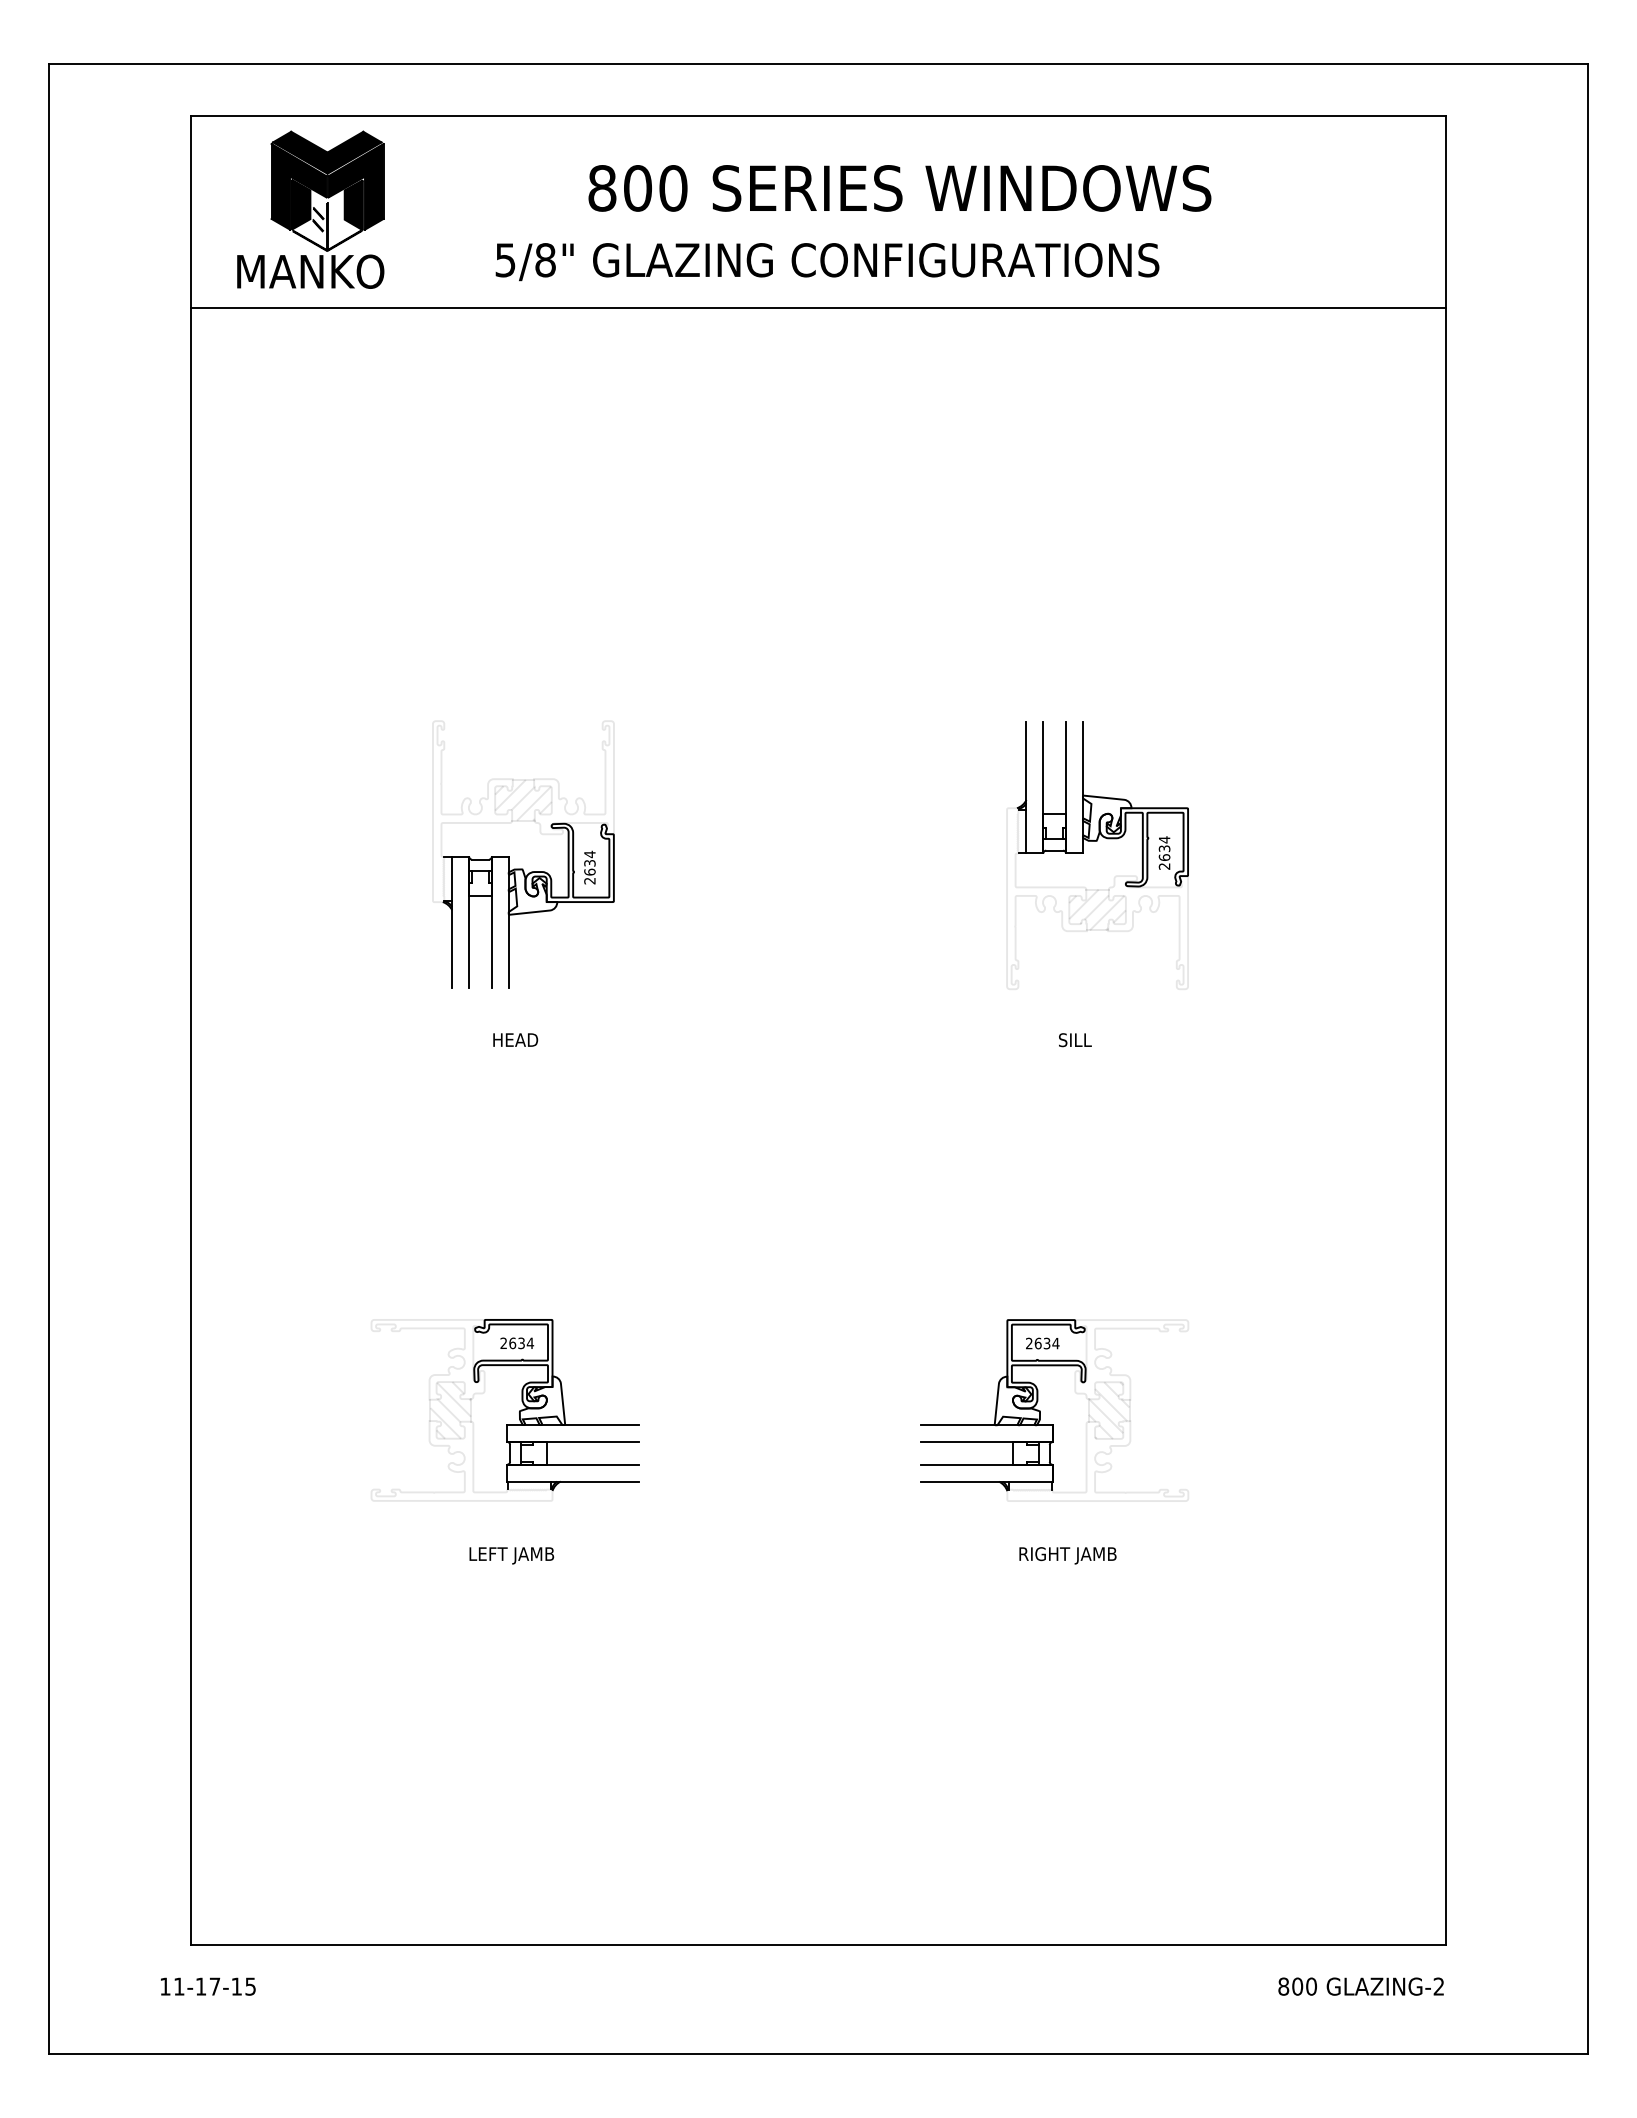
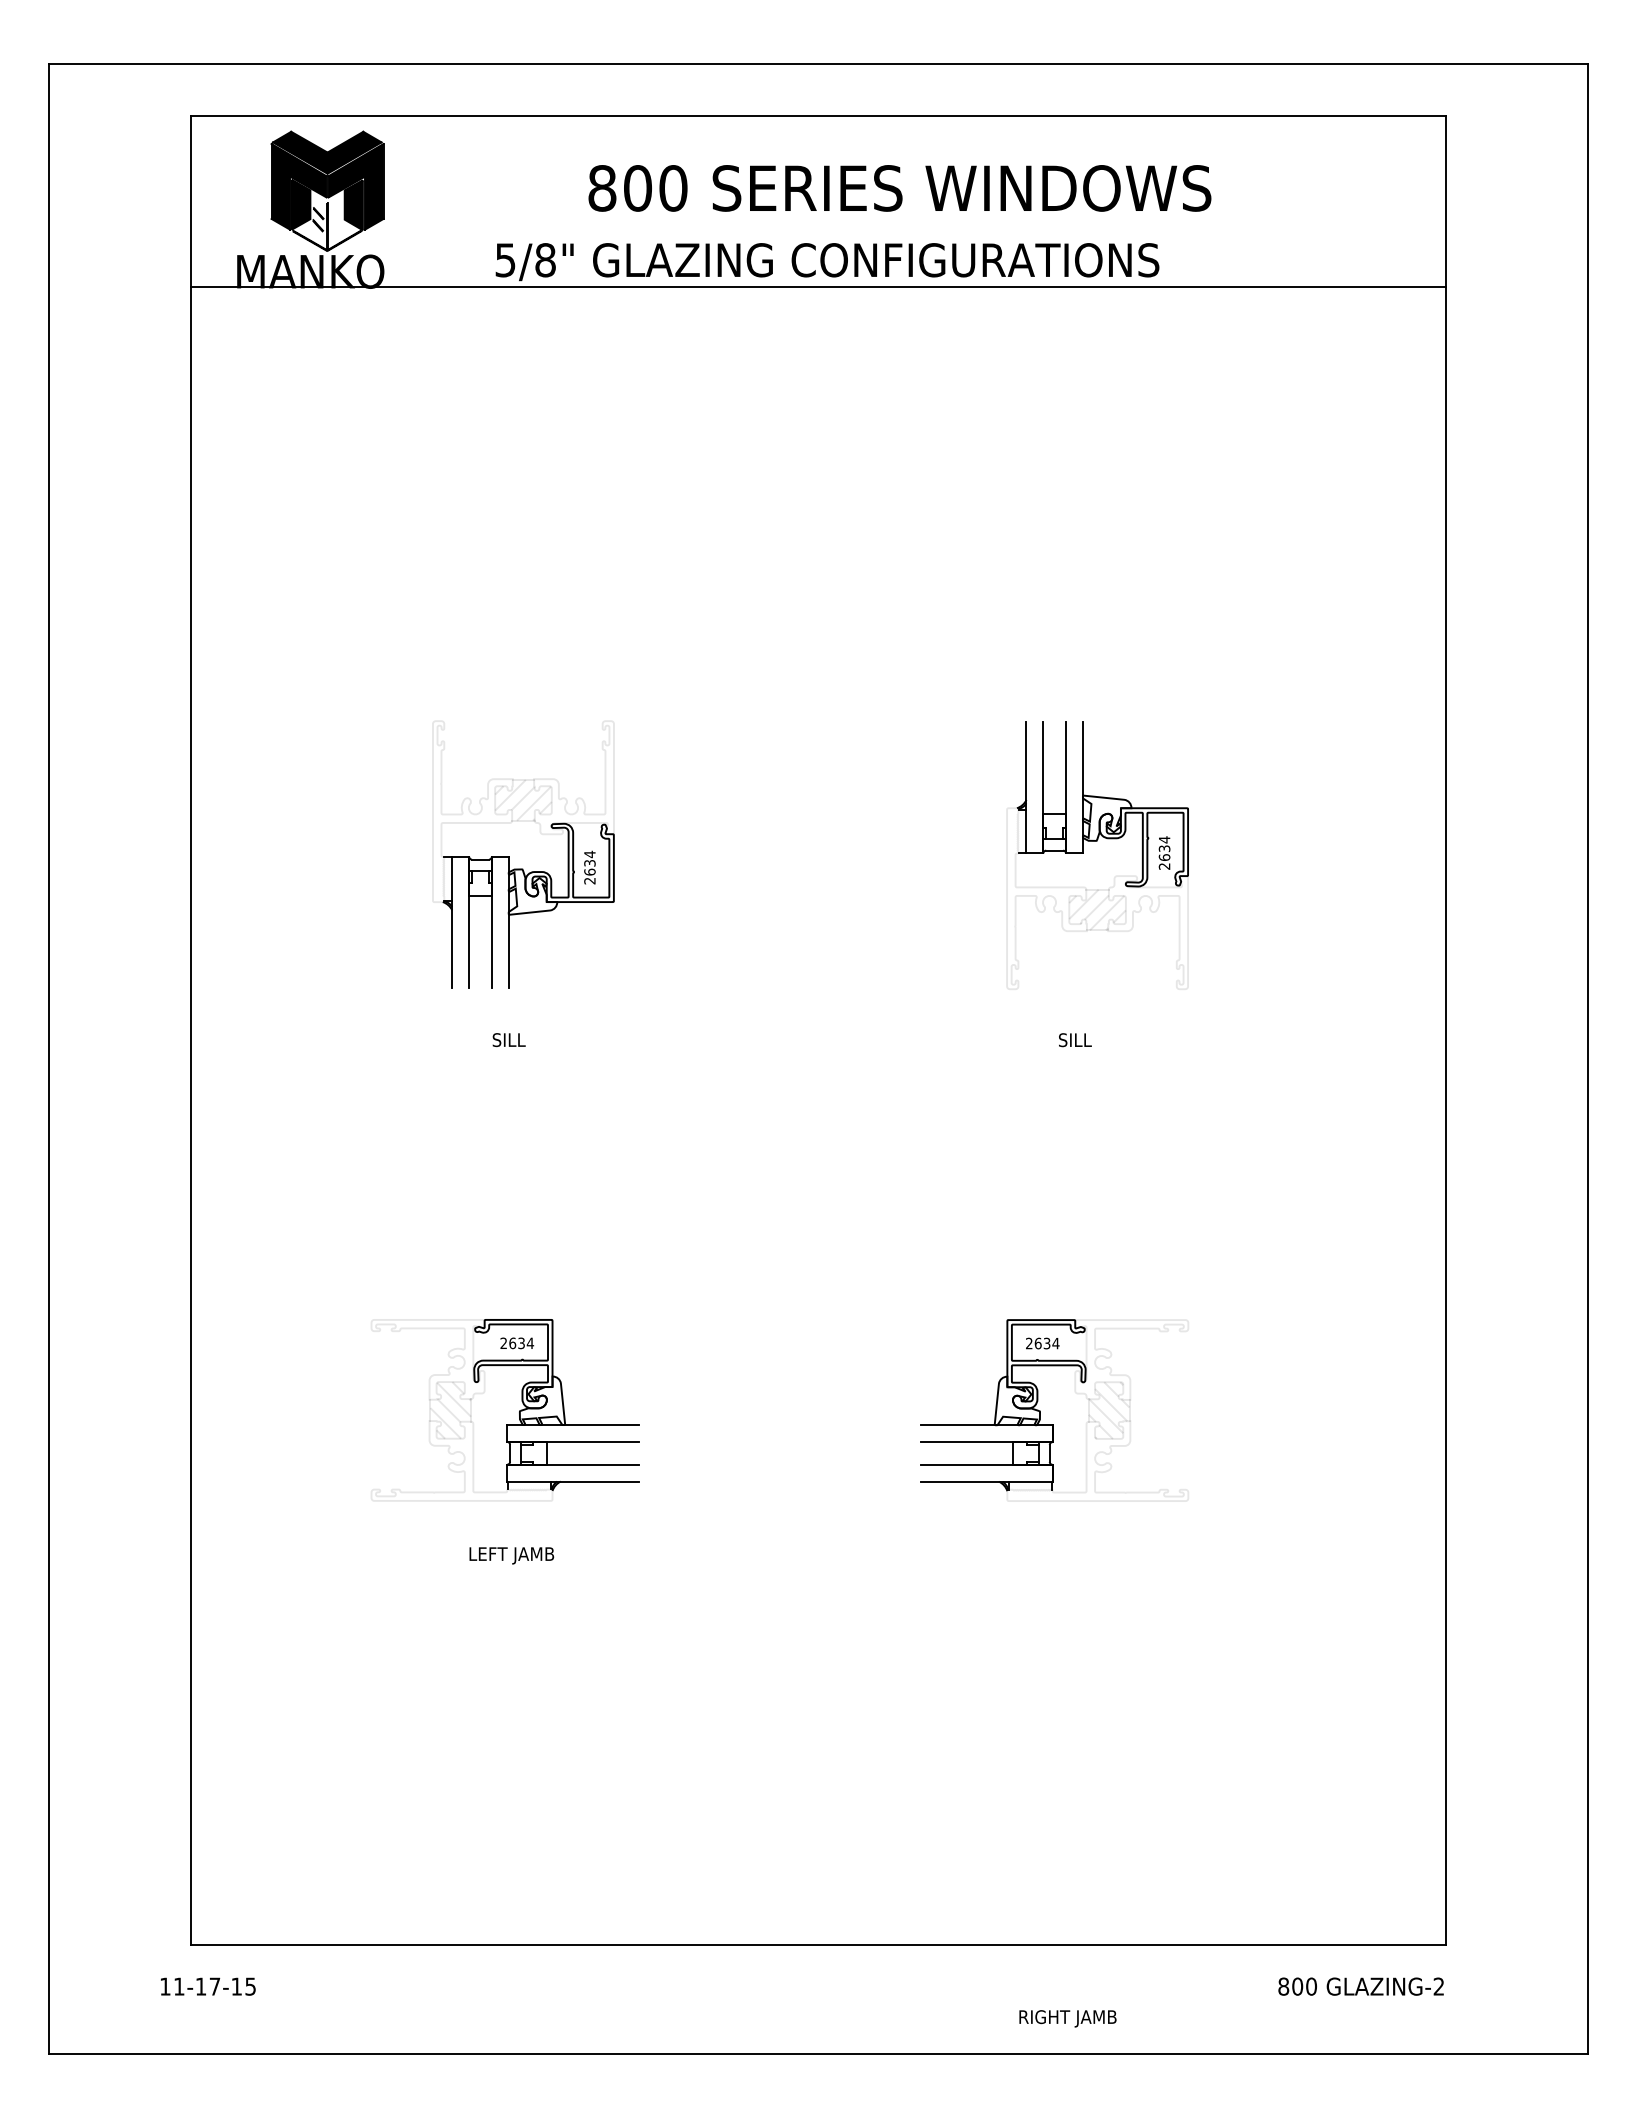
line at (818, 307) position: (818, 307) -> (818, 286)
text at (515, 1040): HEAD -> SILL
text at (1067, 1555) position: (1067, 1555) -> (1067, 2018)
